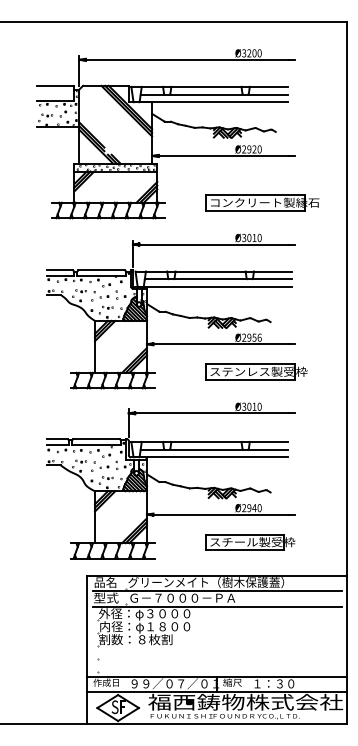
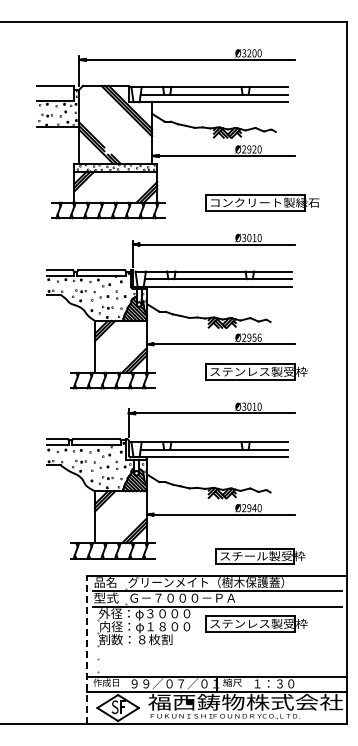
part at (250, 542) position: (250, 542) -> (260, 556)
part at (256, 623): none -> present
line at (87, 649): solid -> dashed
